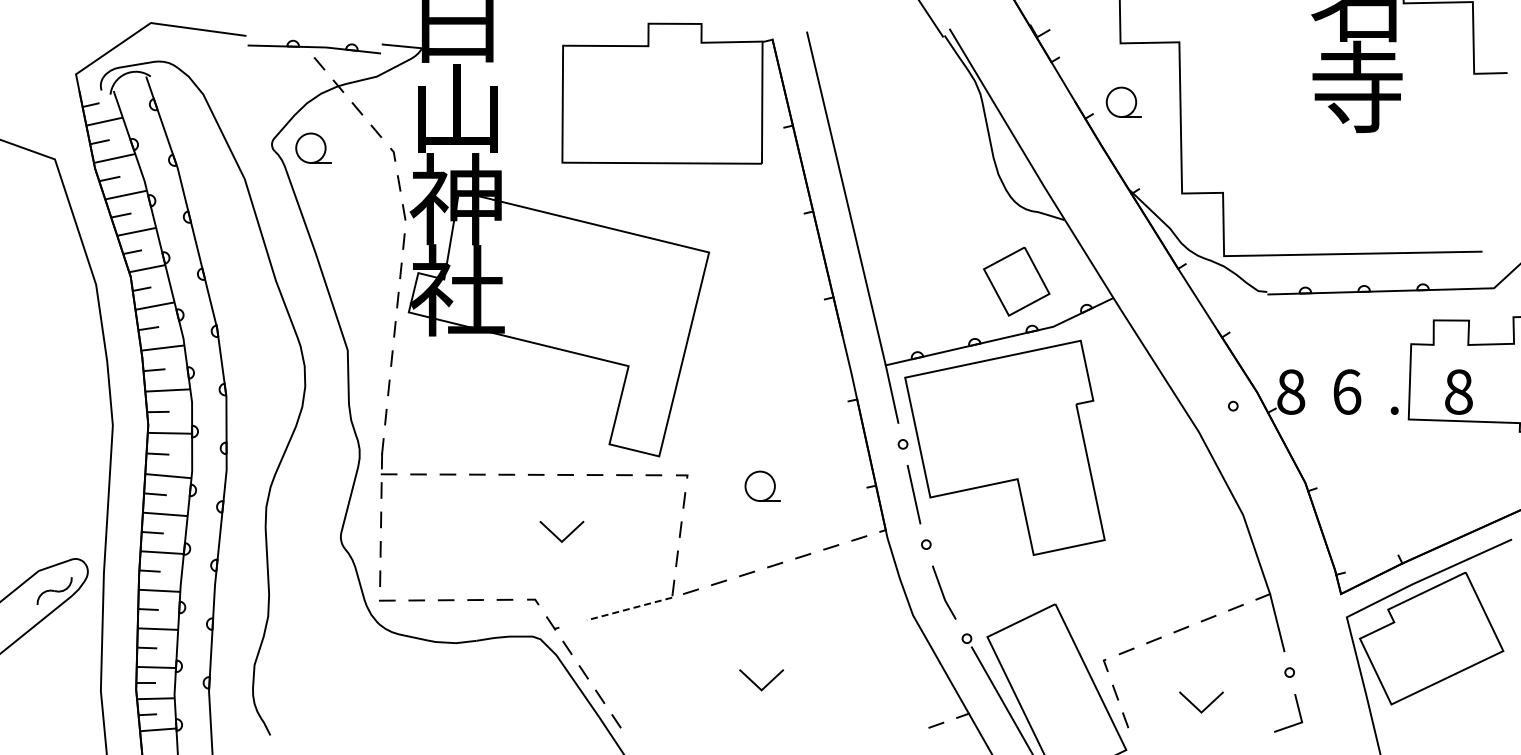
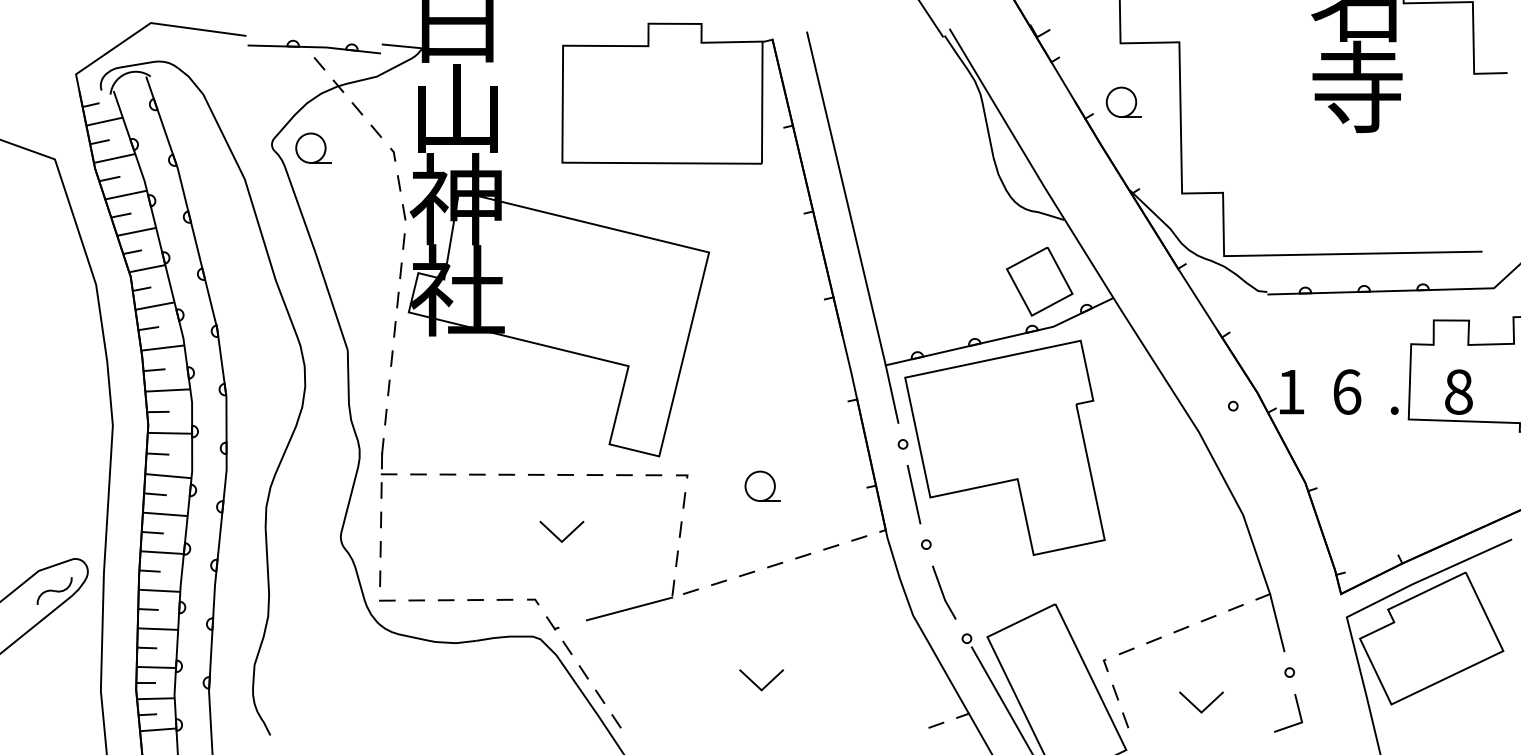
part at (1016, 281) position: (1016, 281) -> (1039, 281)
text at (1291, 391): 8 -> 1
line at (629, 609): dashed -> solid
